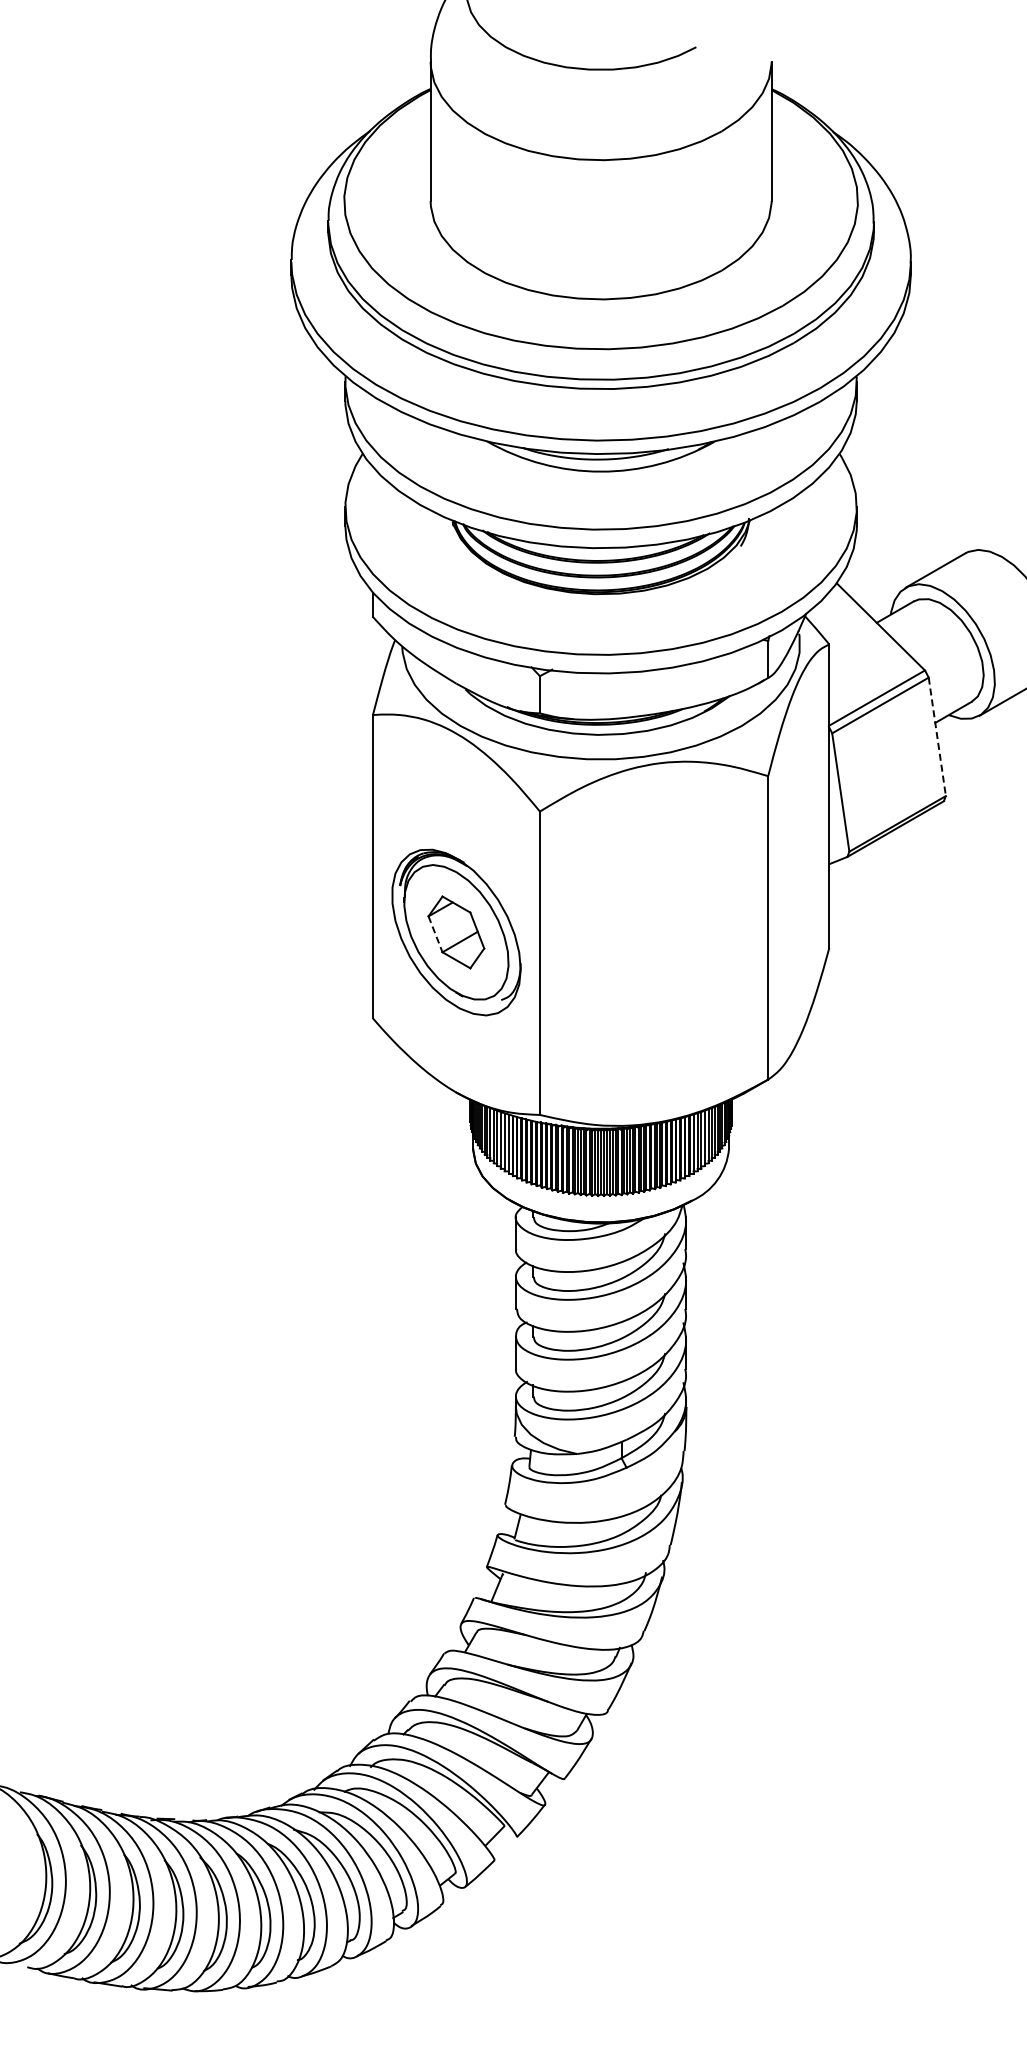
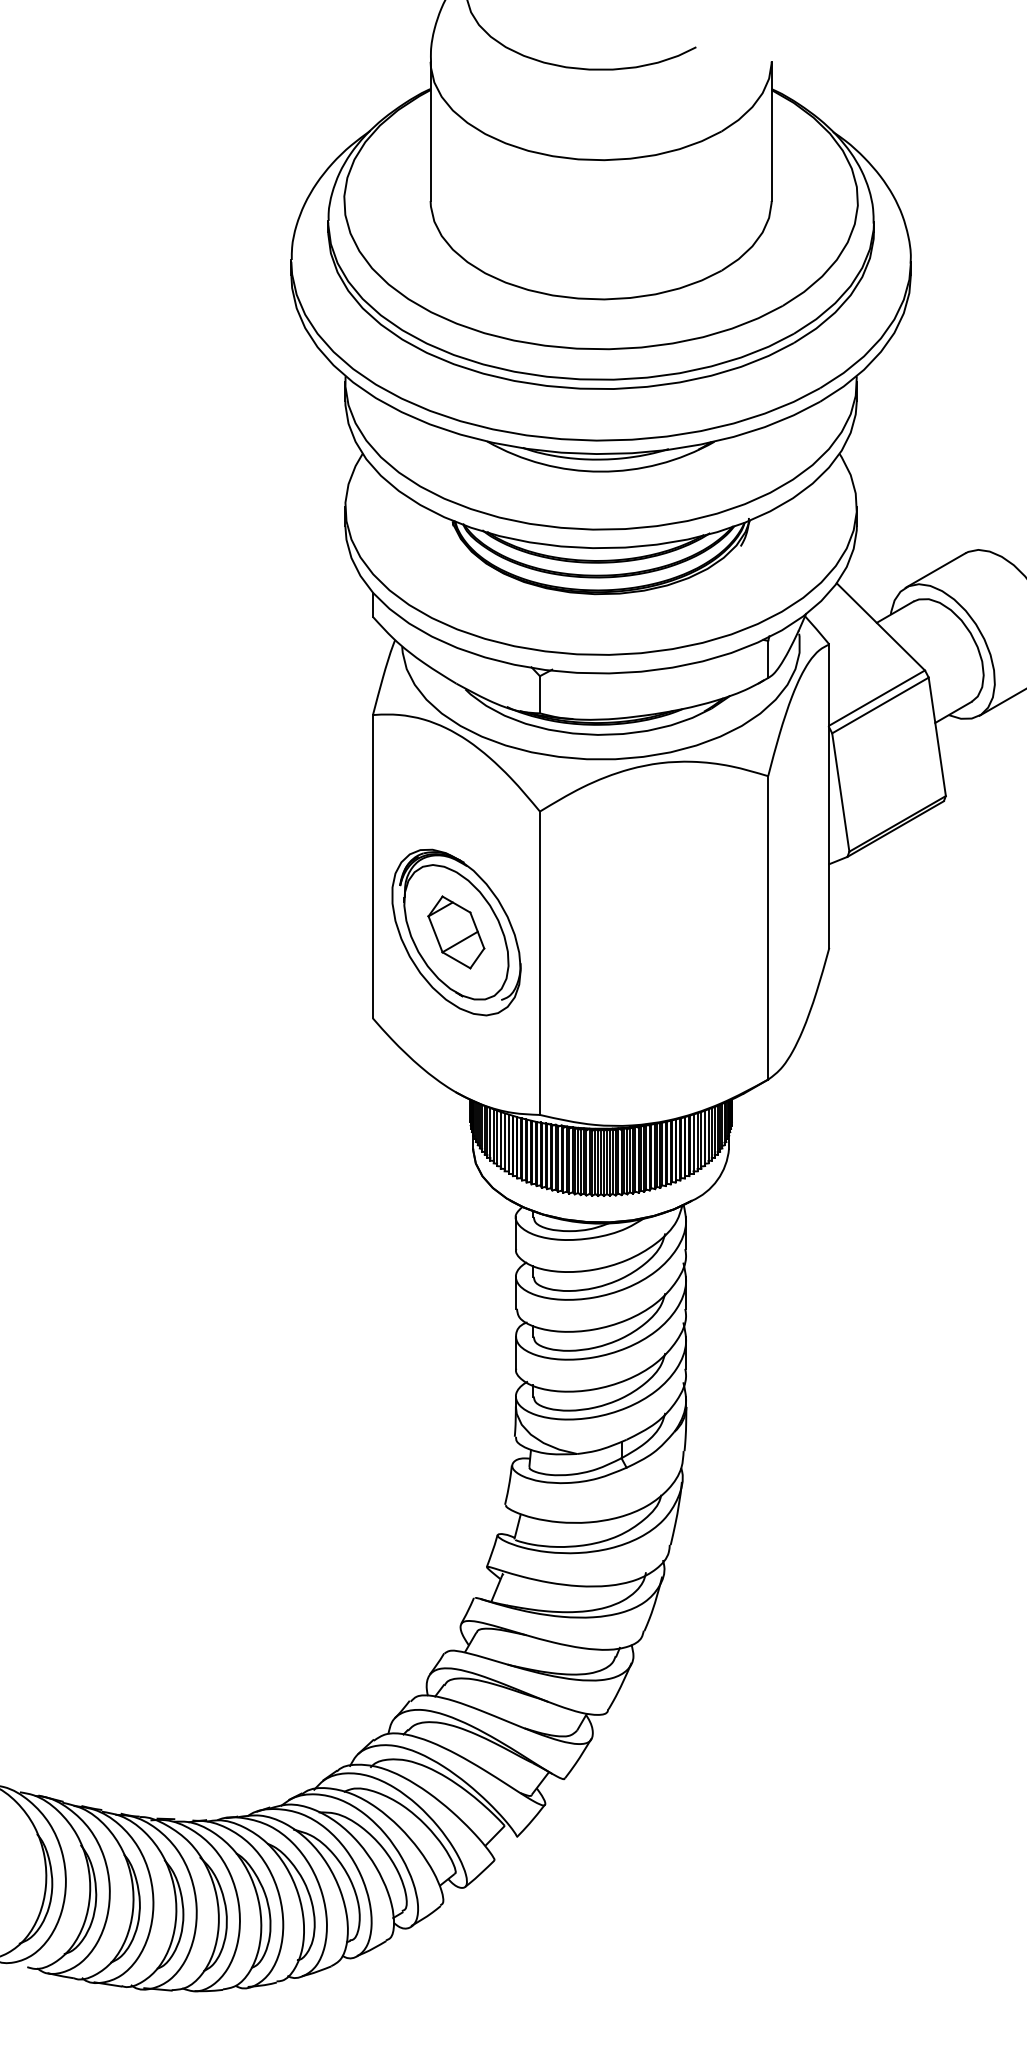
line at (937, 736): dashed -> solid
line at (435, 934): dashed -> solid
